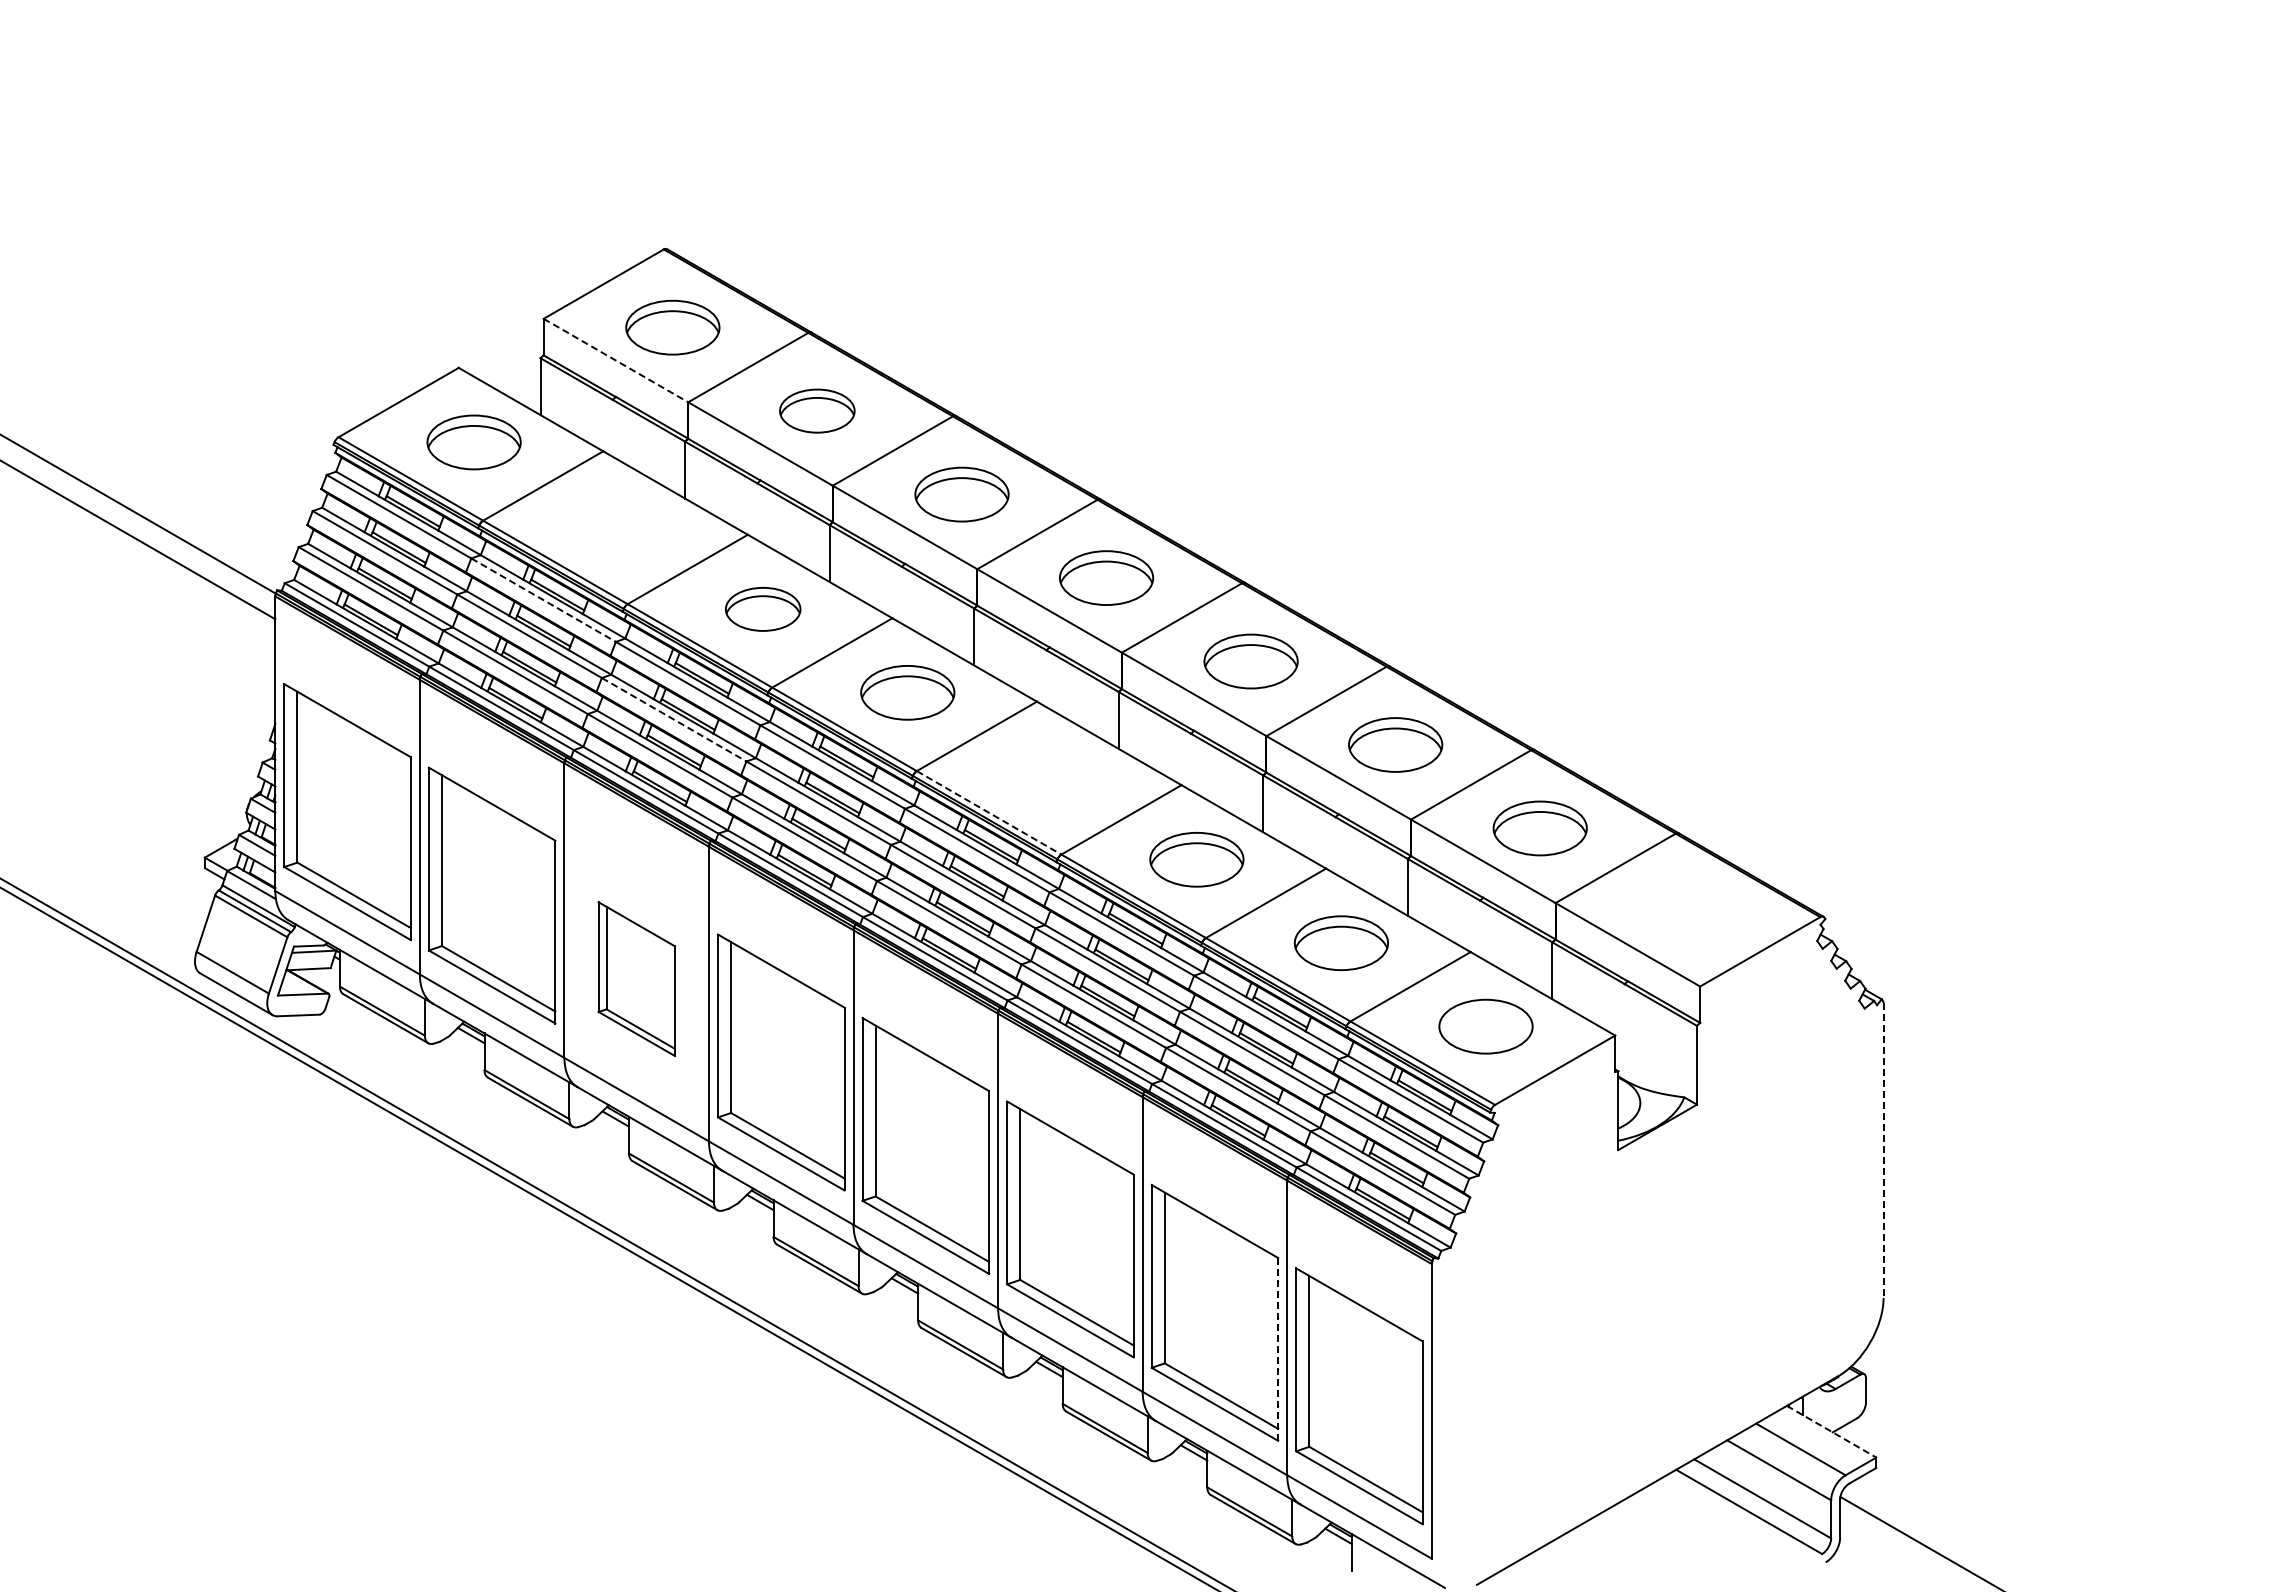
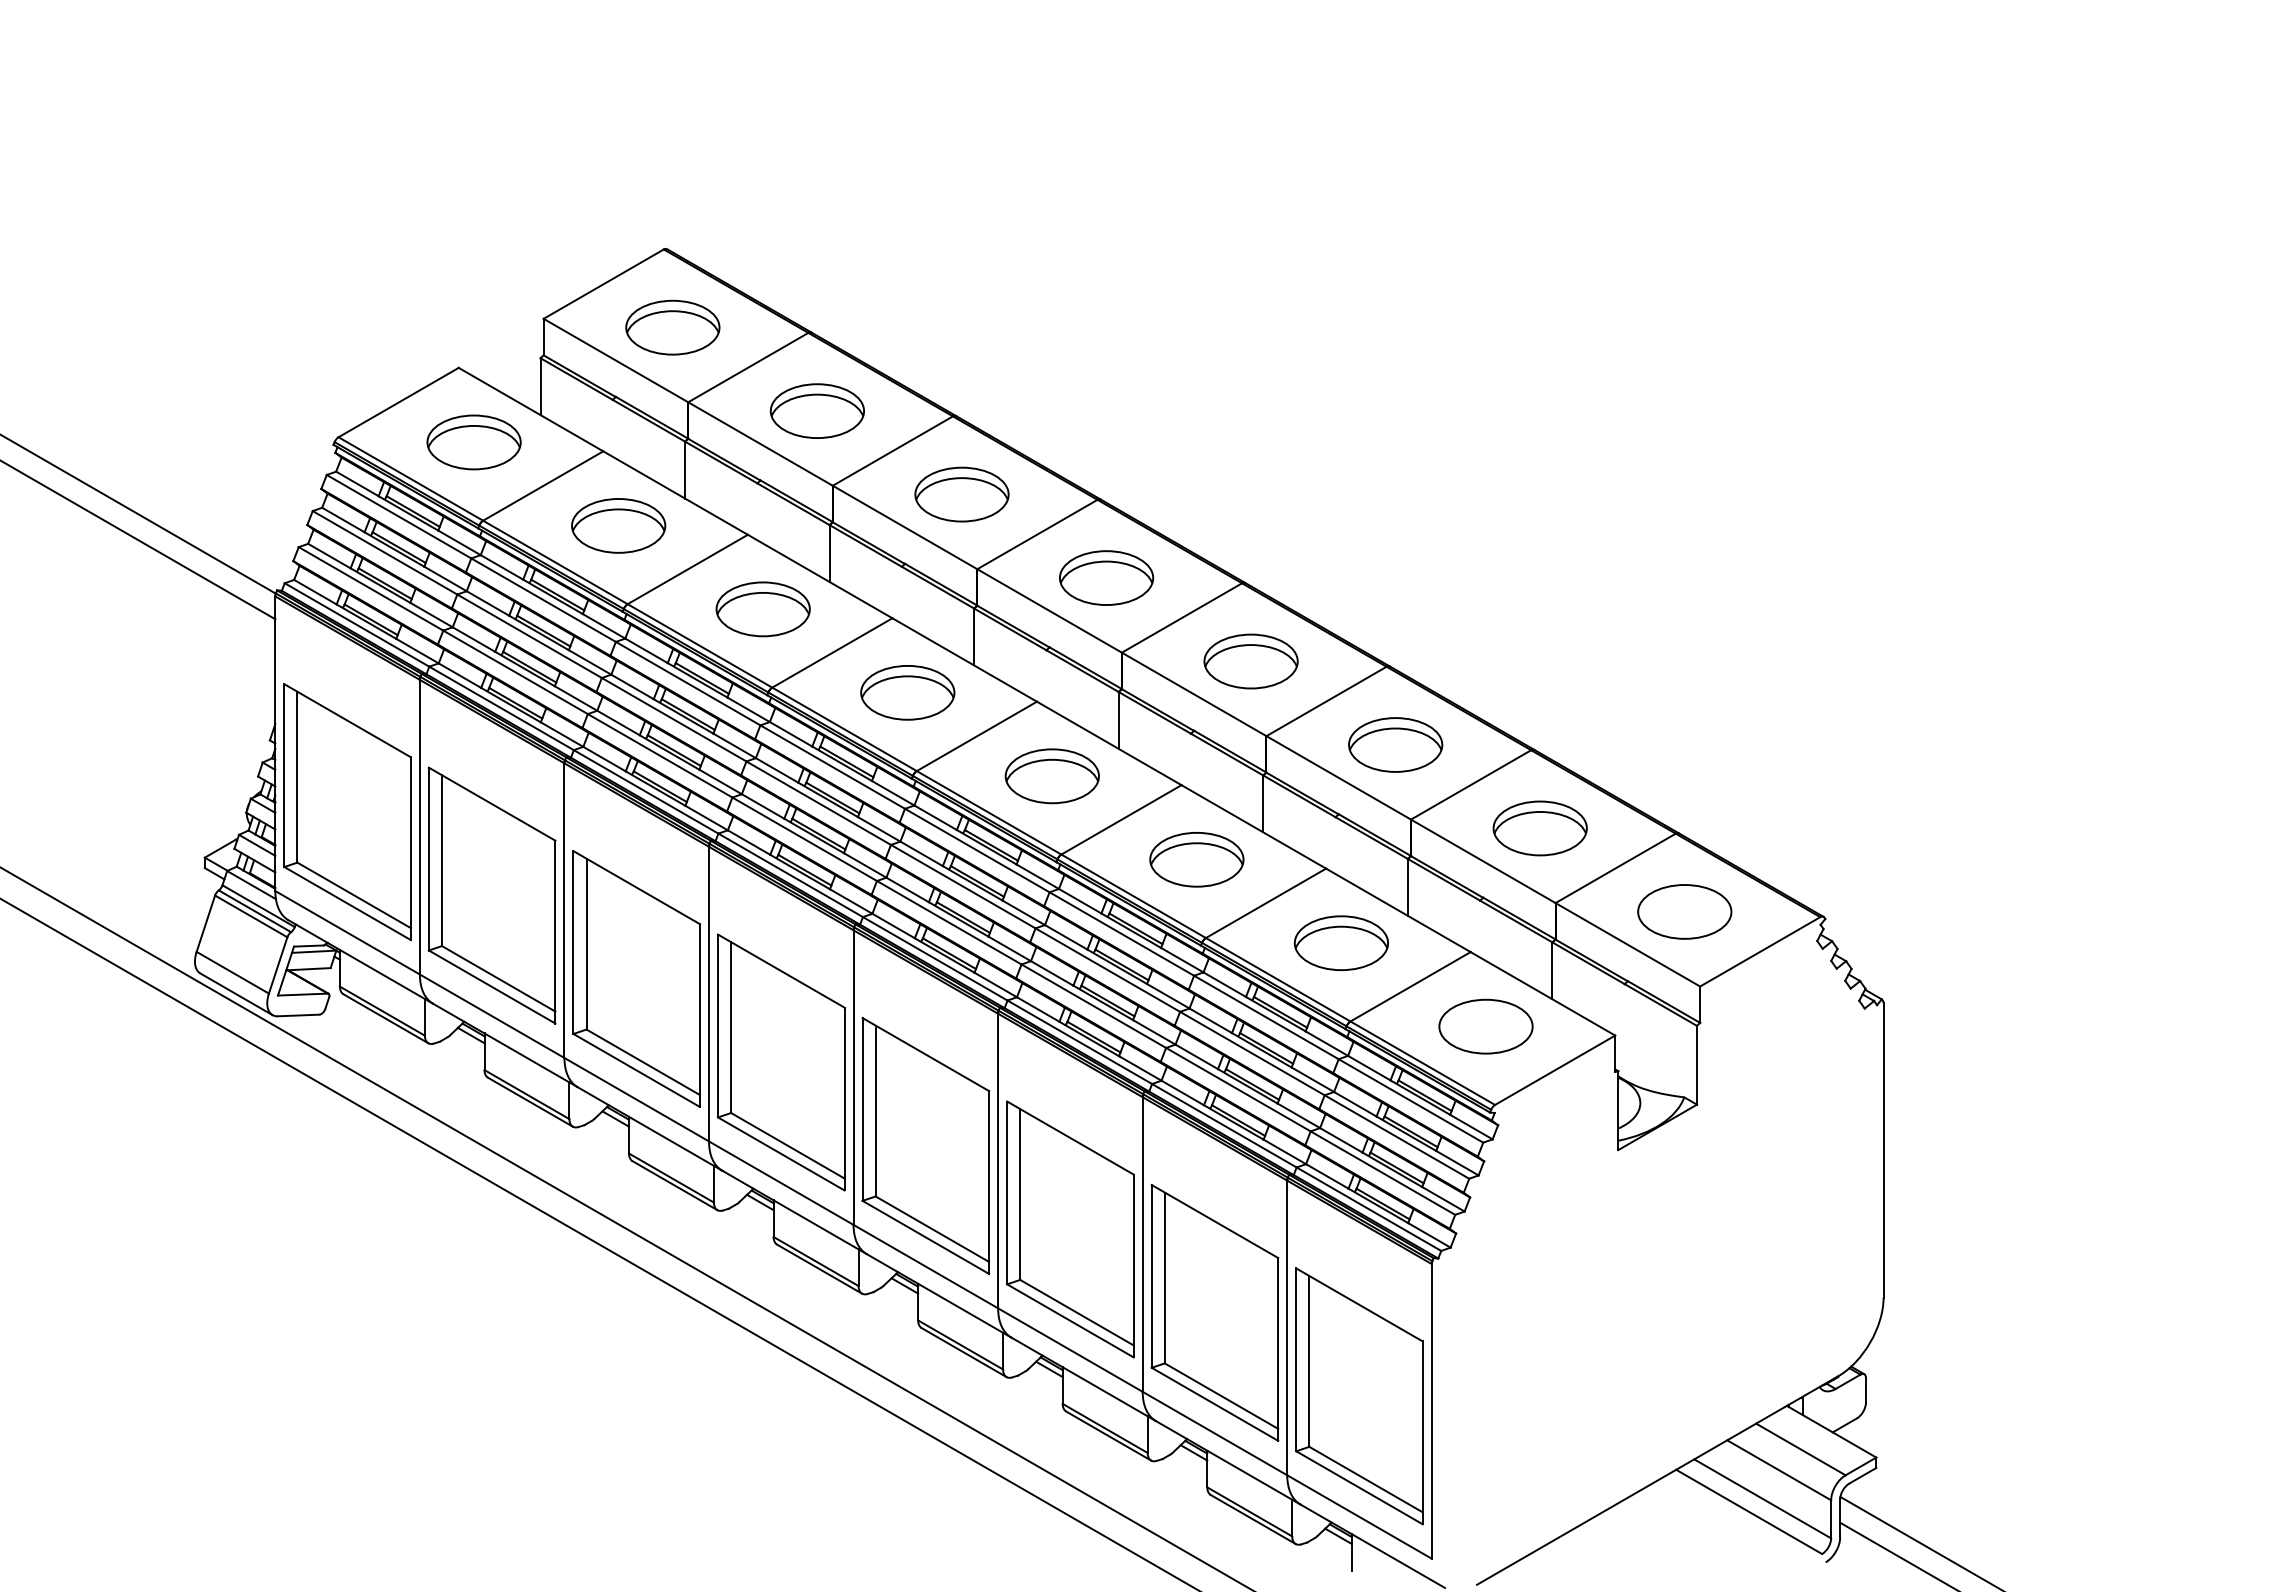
line at (616, 360): dashed -> solid
part at (817, 410) size: 77x46 px -> 96x56 px
part at (618, 525): none -> present
line at (544, 600): dashed -> solid
part at (763, 609) size: 77x45 px -> 96x57 px
line at (674, 719): dashed -> solid
part at (1051, 776): none -> present
line at (989, 813): dashed -> solid
part at (1684, 911): none -> present
part at (636, 978) size: 79x156 px -> 129x258 px
line at (1883, 1151): dashed -> solid
line at (616, 1233) position: (616, 1233) -> (598, 1243)
line at (608, 1238) position: (608, 1238) -> (625, 1228)
line at (1278, 1349): dashed -> solid
line at (1831, 1431): dashed -> solid
line at (1897, 1555): none -> present
